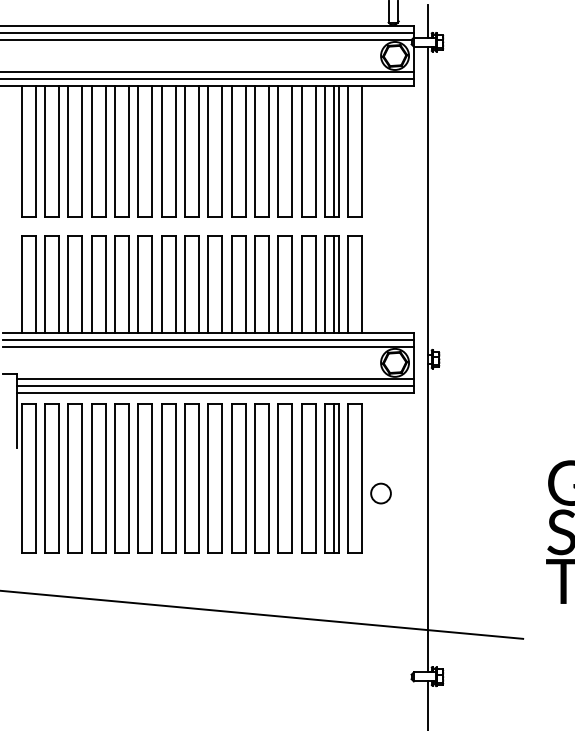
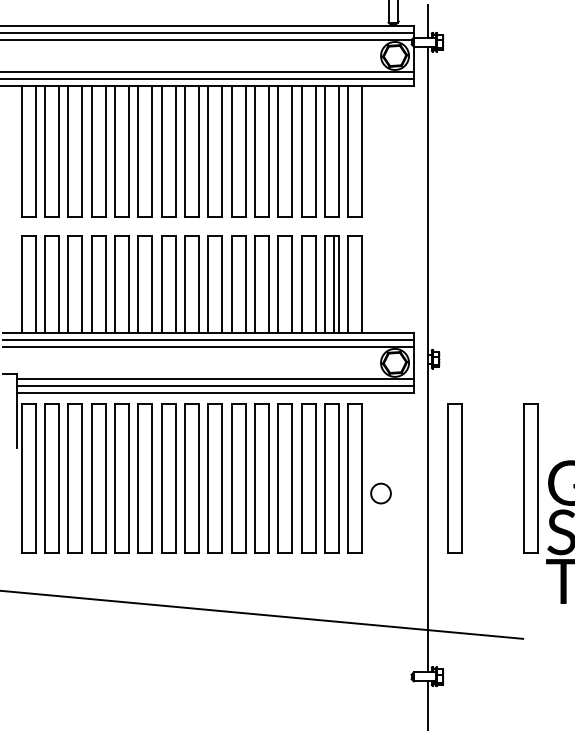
line at (334, 151): present -> none
line at (334, 477): present -> none
part at (454, 478): none -> present
part at (530, 478): none -> present
